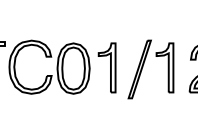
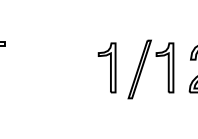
part at (56, 66): present -> none
